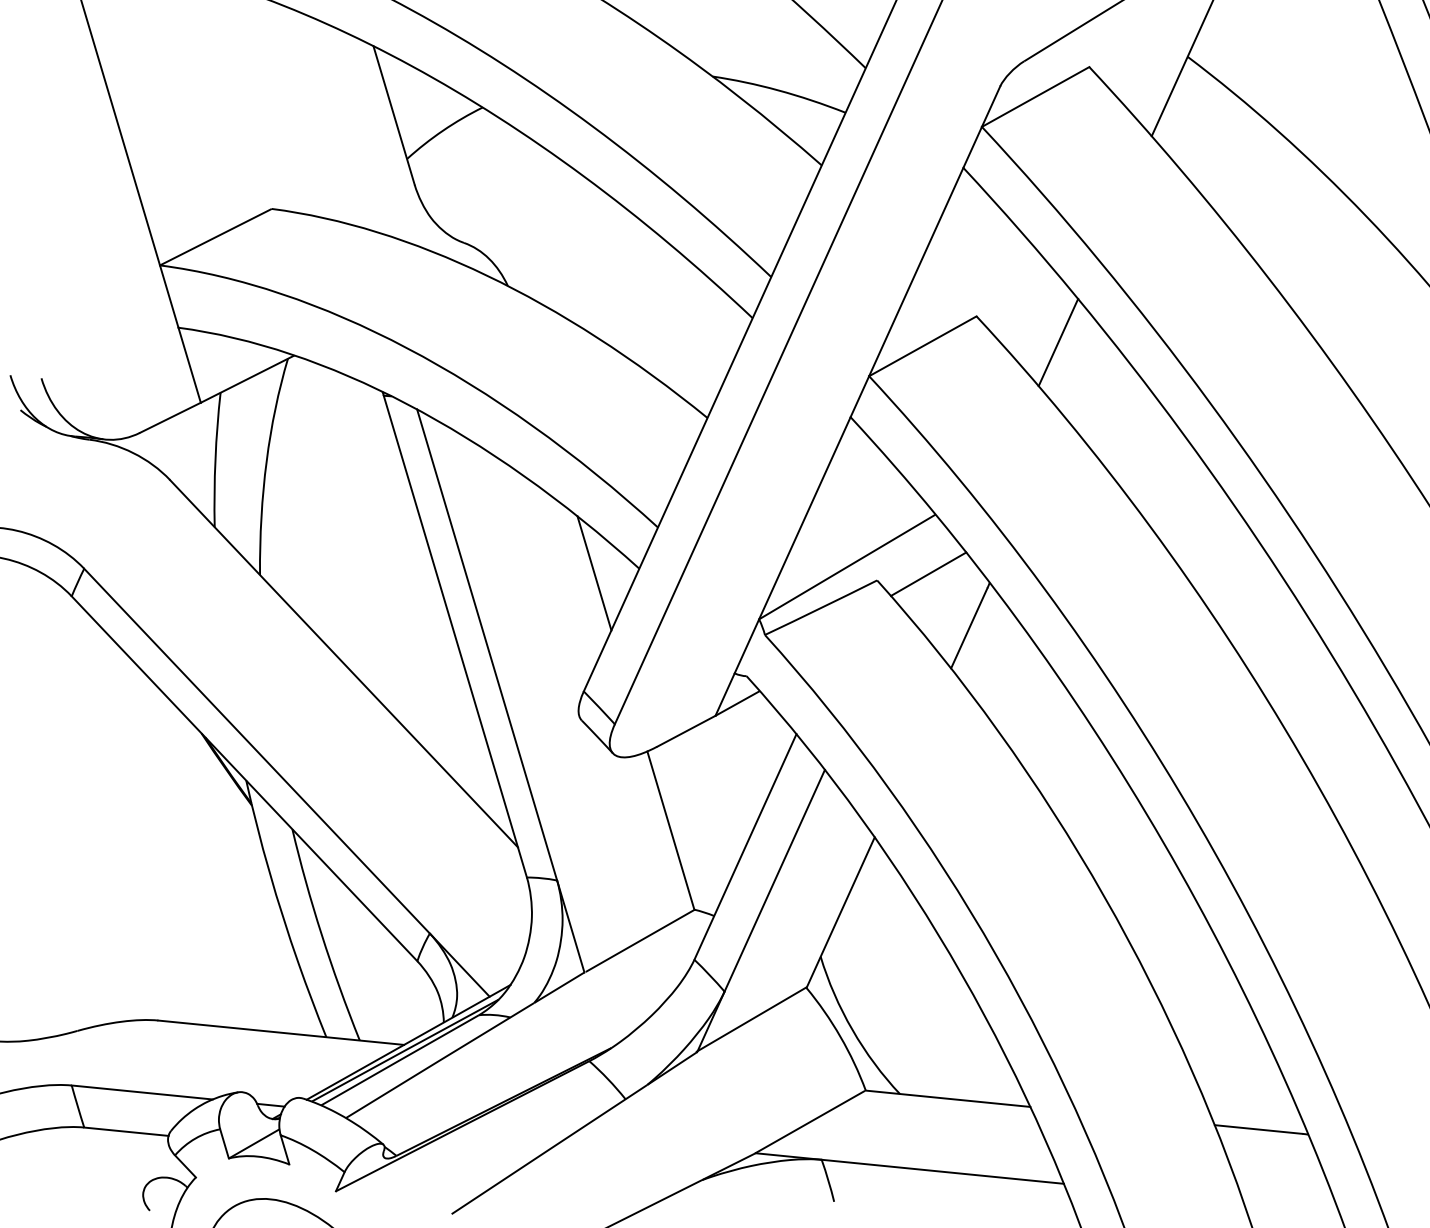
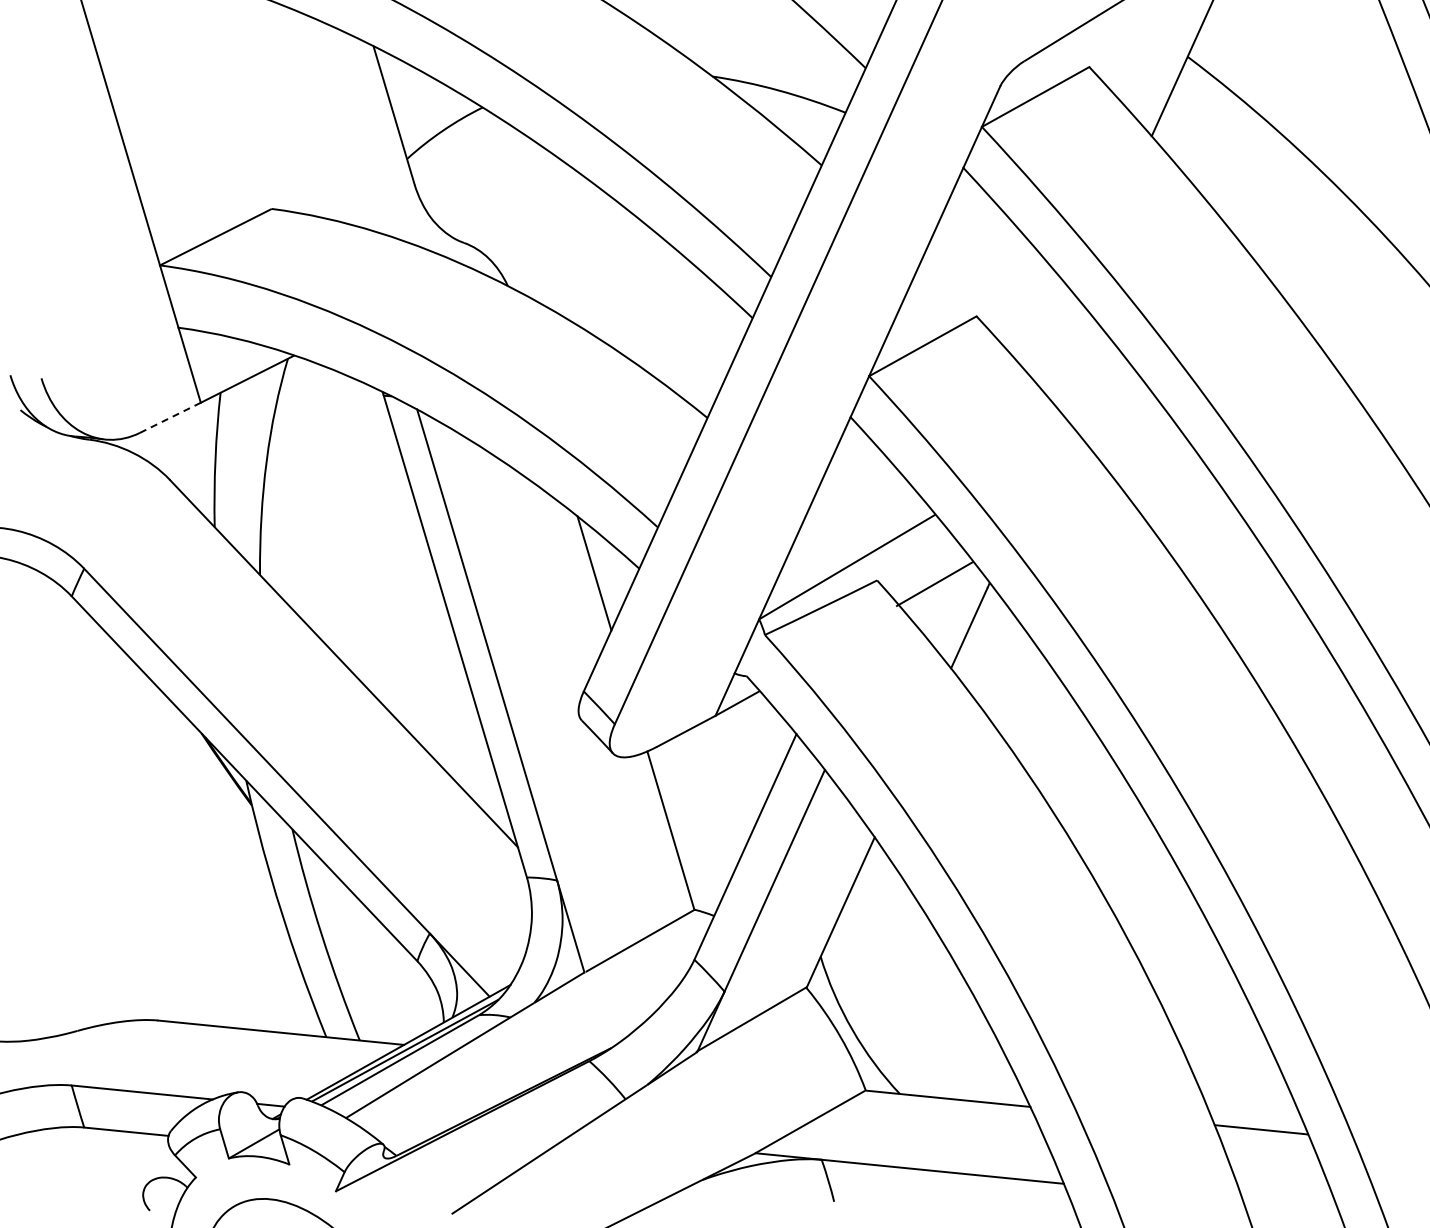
line at (1058, 342): present -> none
line at (170, 417): solid -> dashed
line at (928, 573) position: (928, 573) -> (934, 583)
